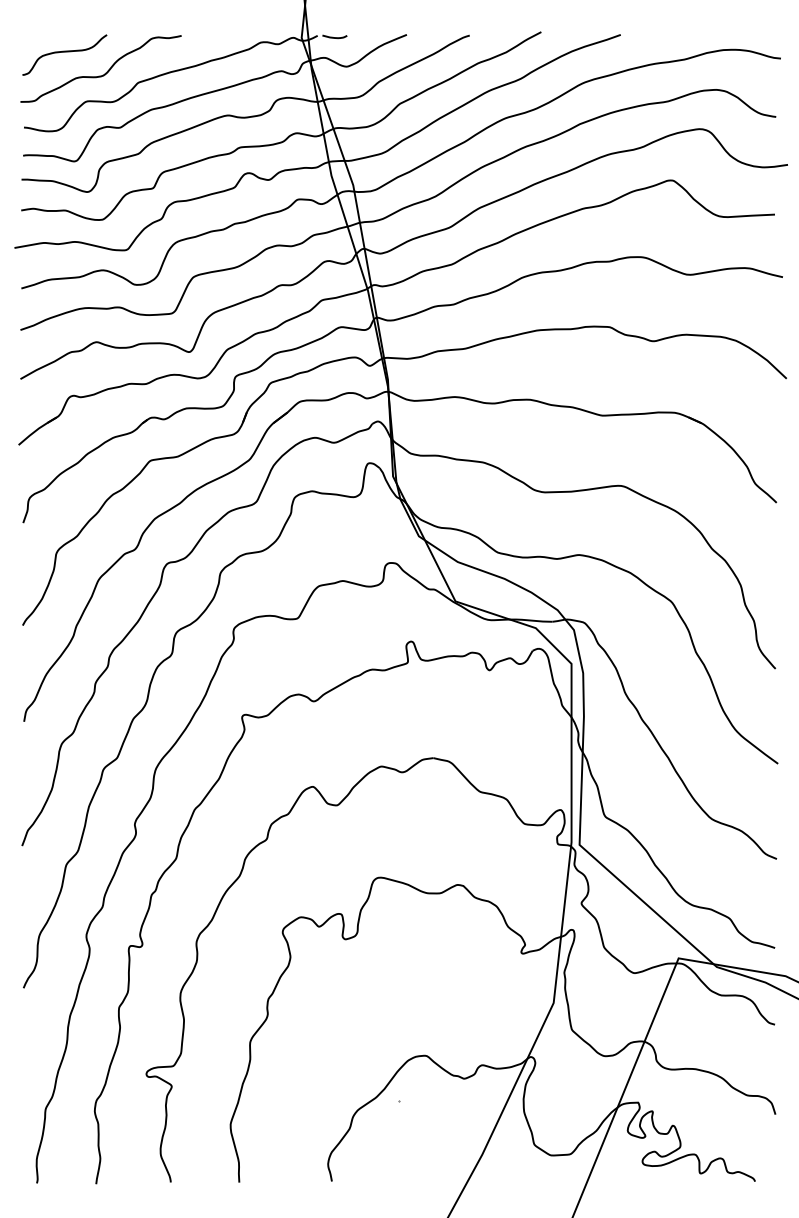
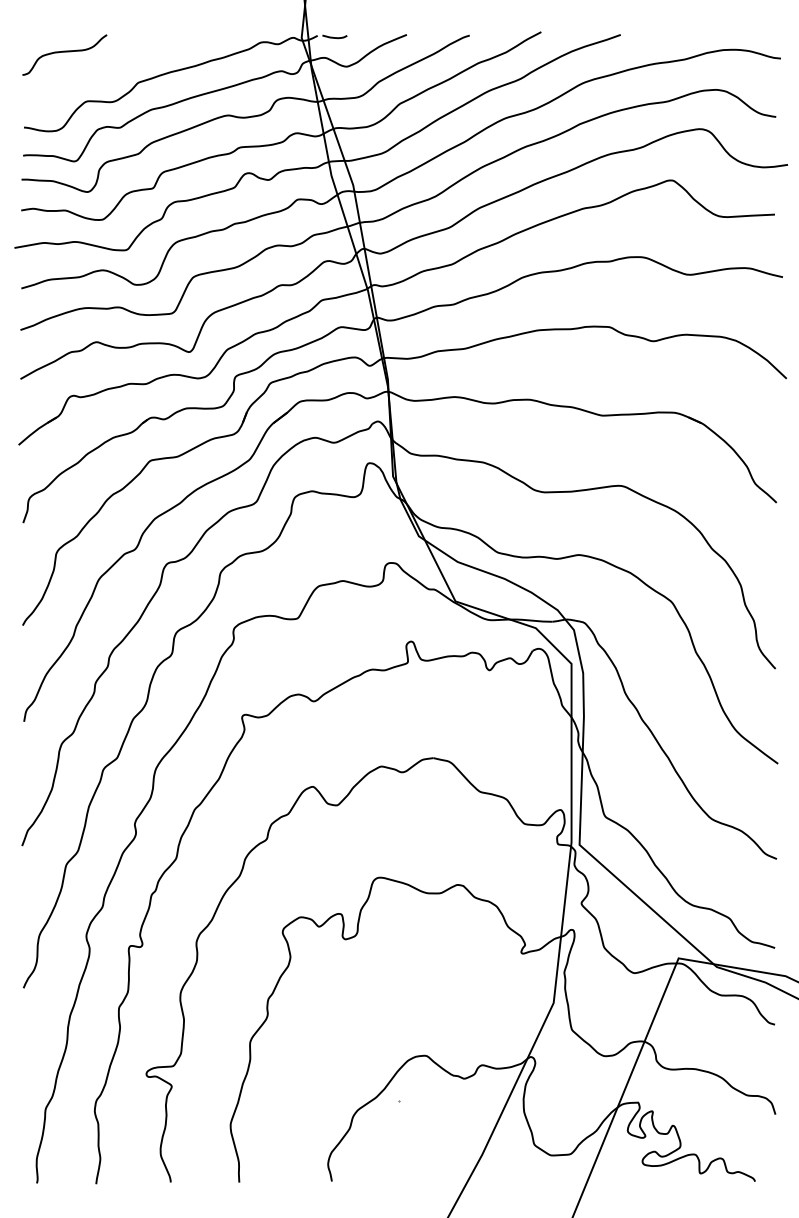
curve at (105, 72): present -> none
